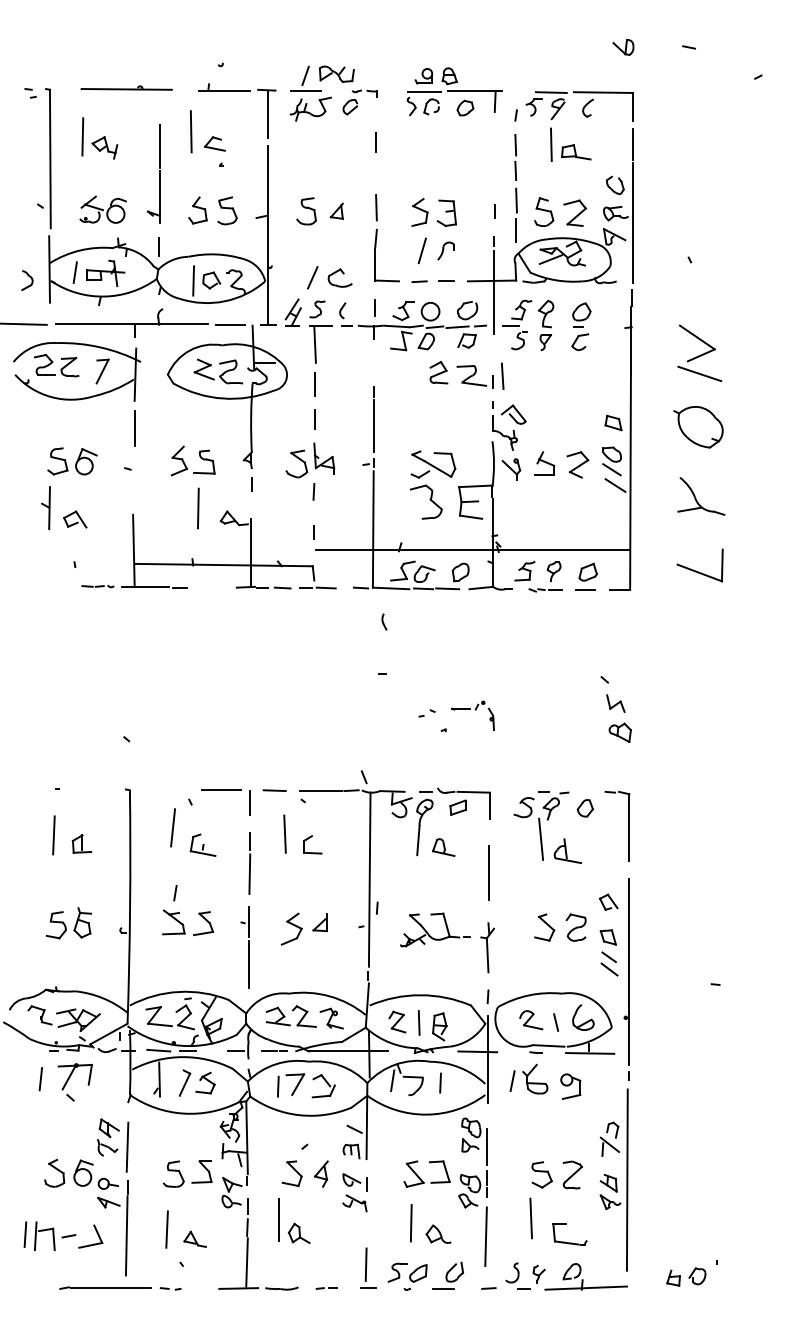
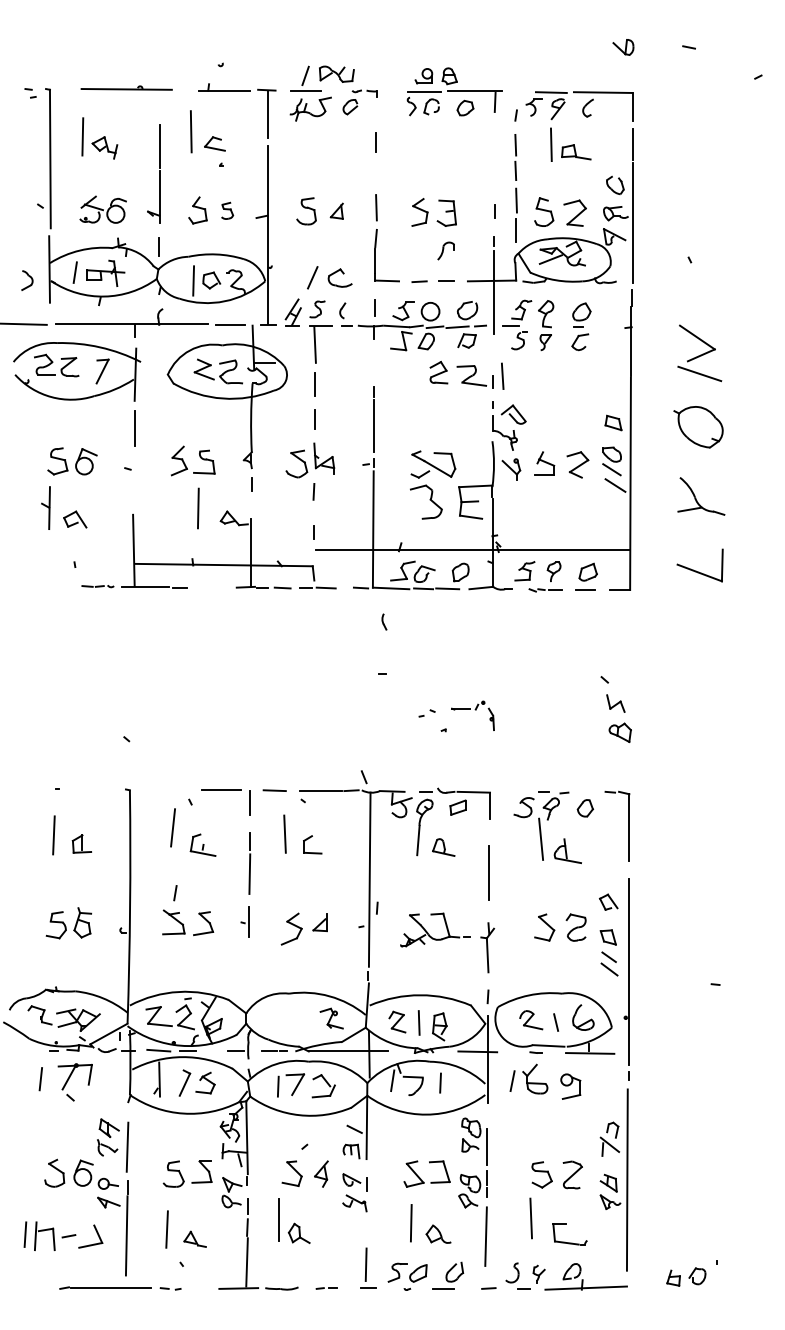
part at (227, 210) size: 21x30 px -> 14x19 px
line at (421, 250): present -> none
line at (249, 964): present -> none
part at (290, 1016): present -> none
